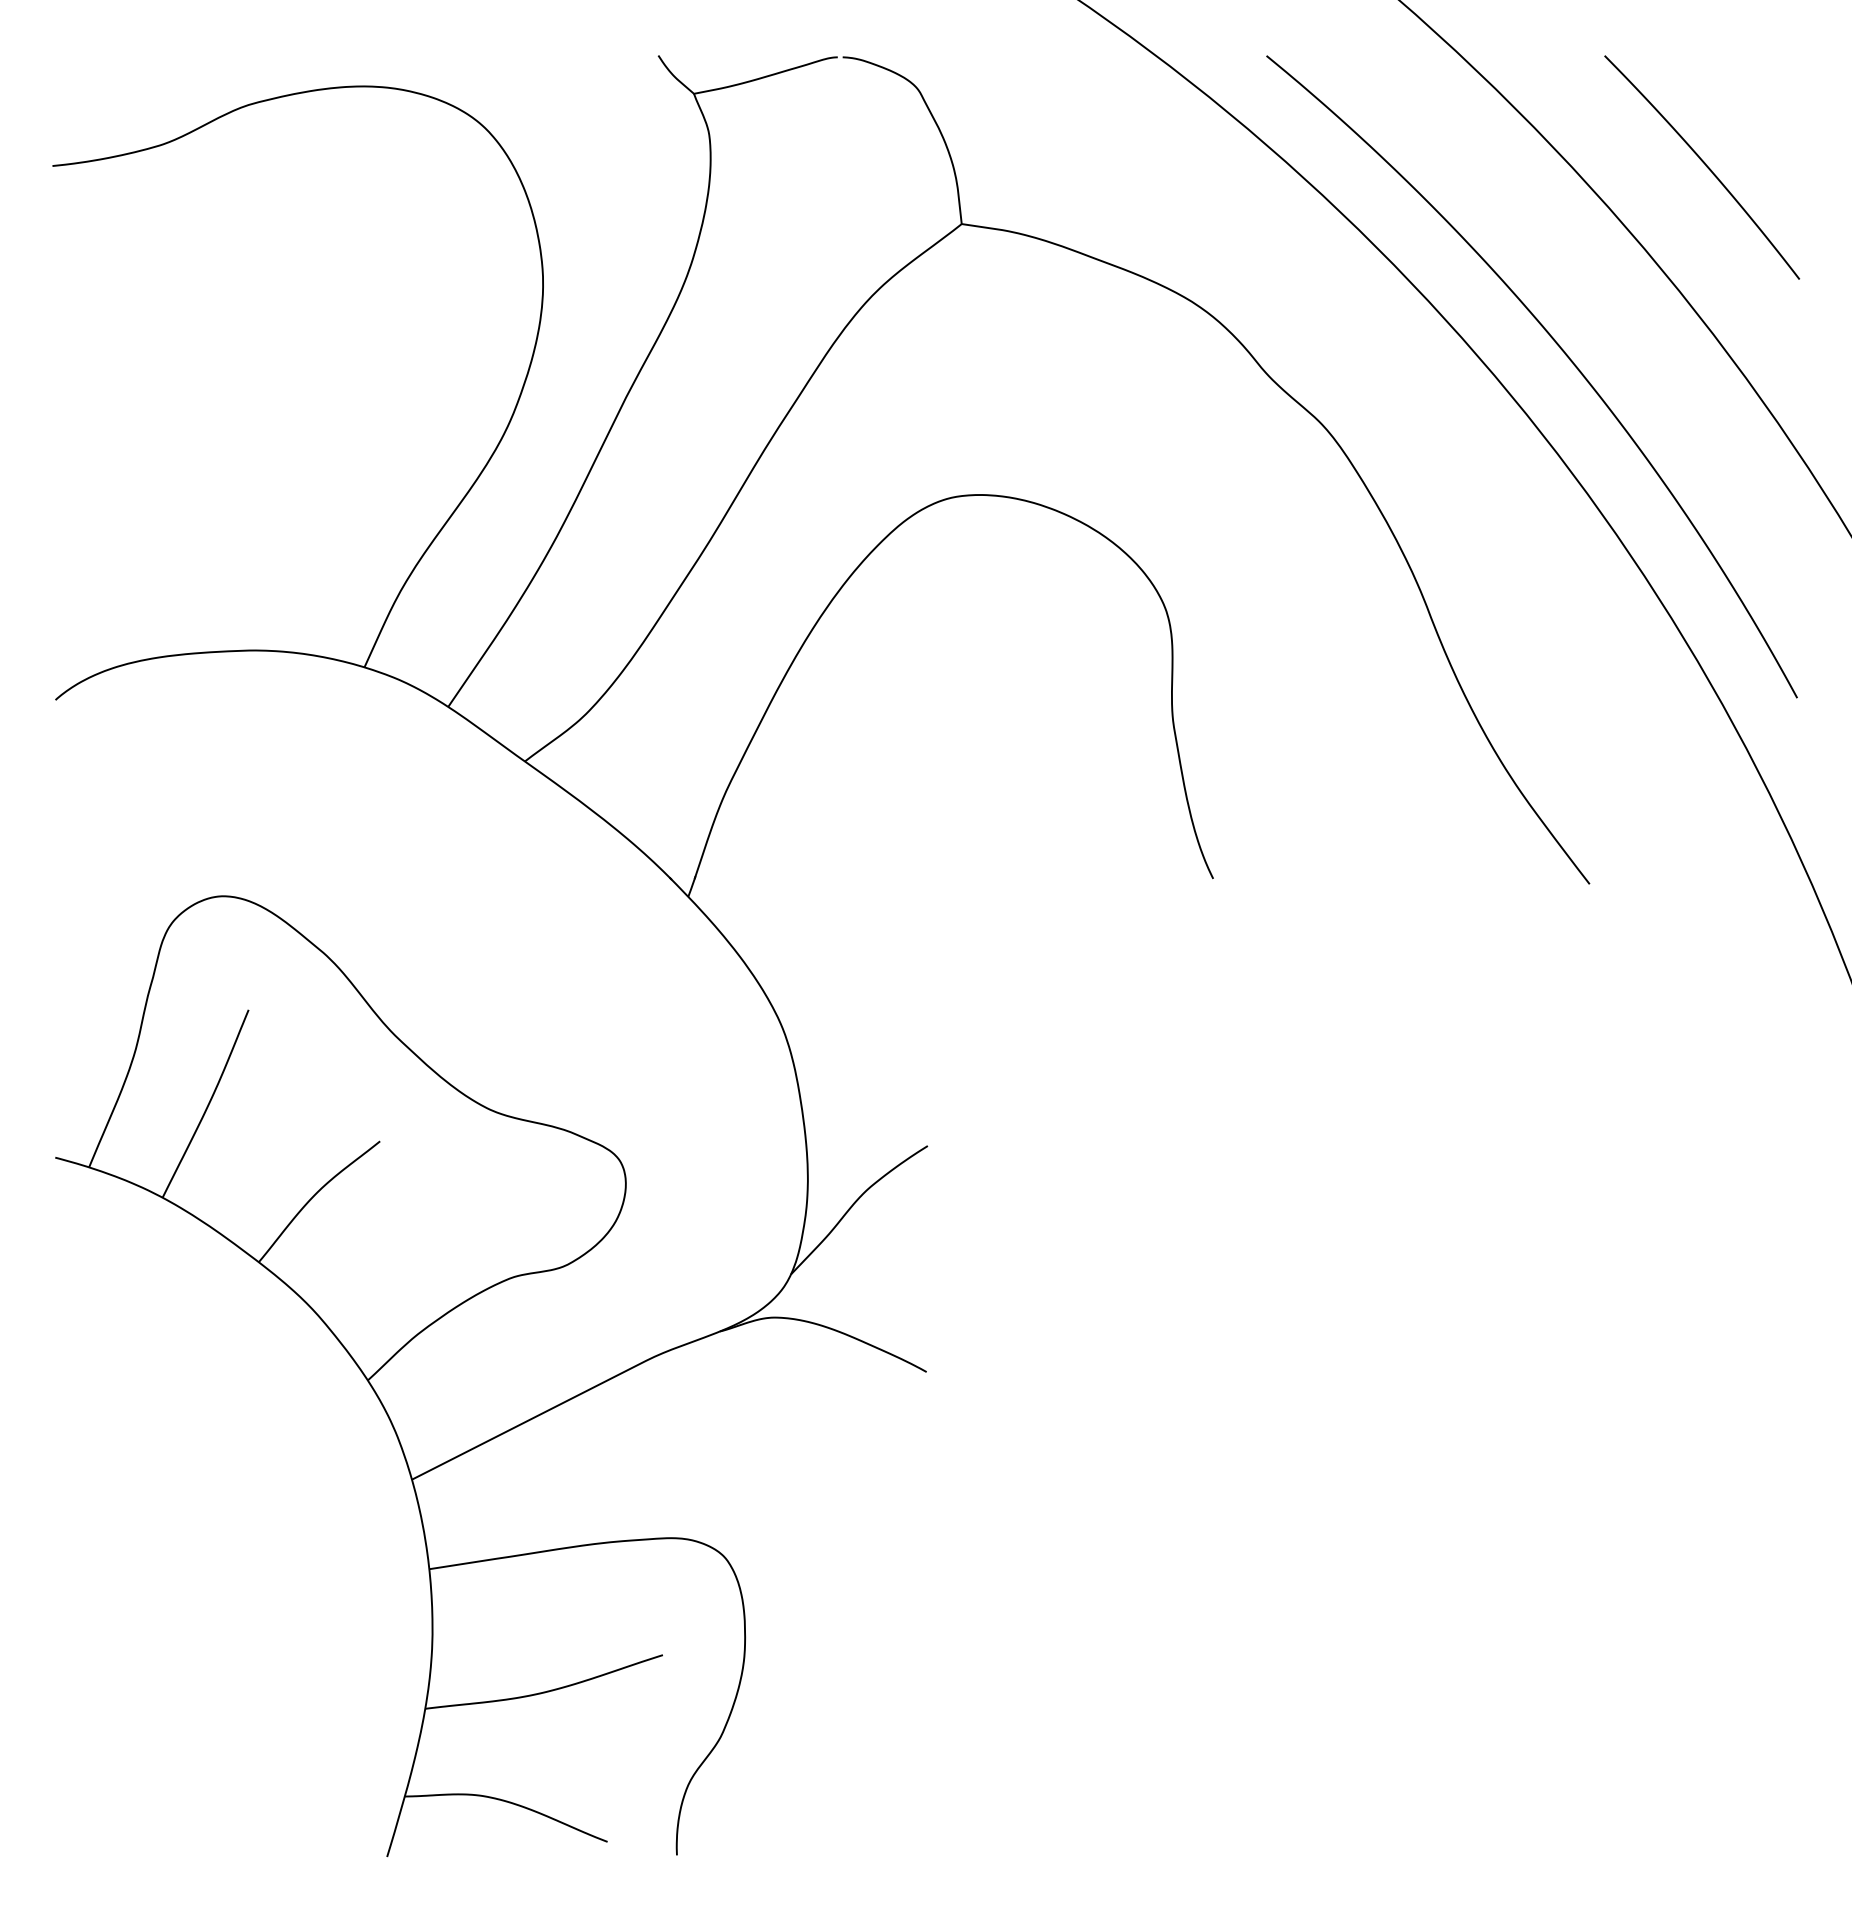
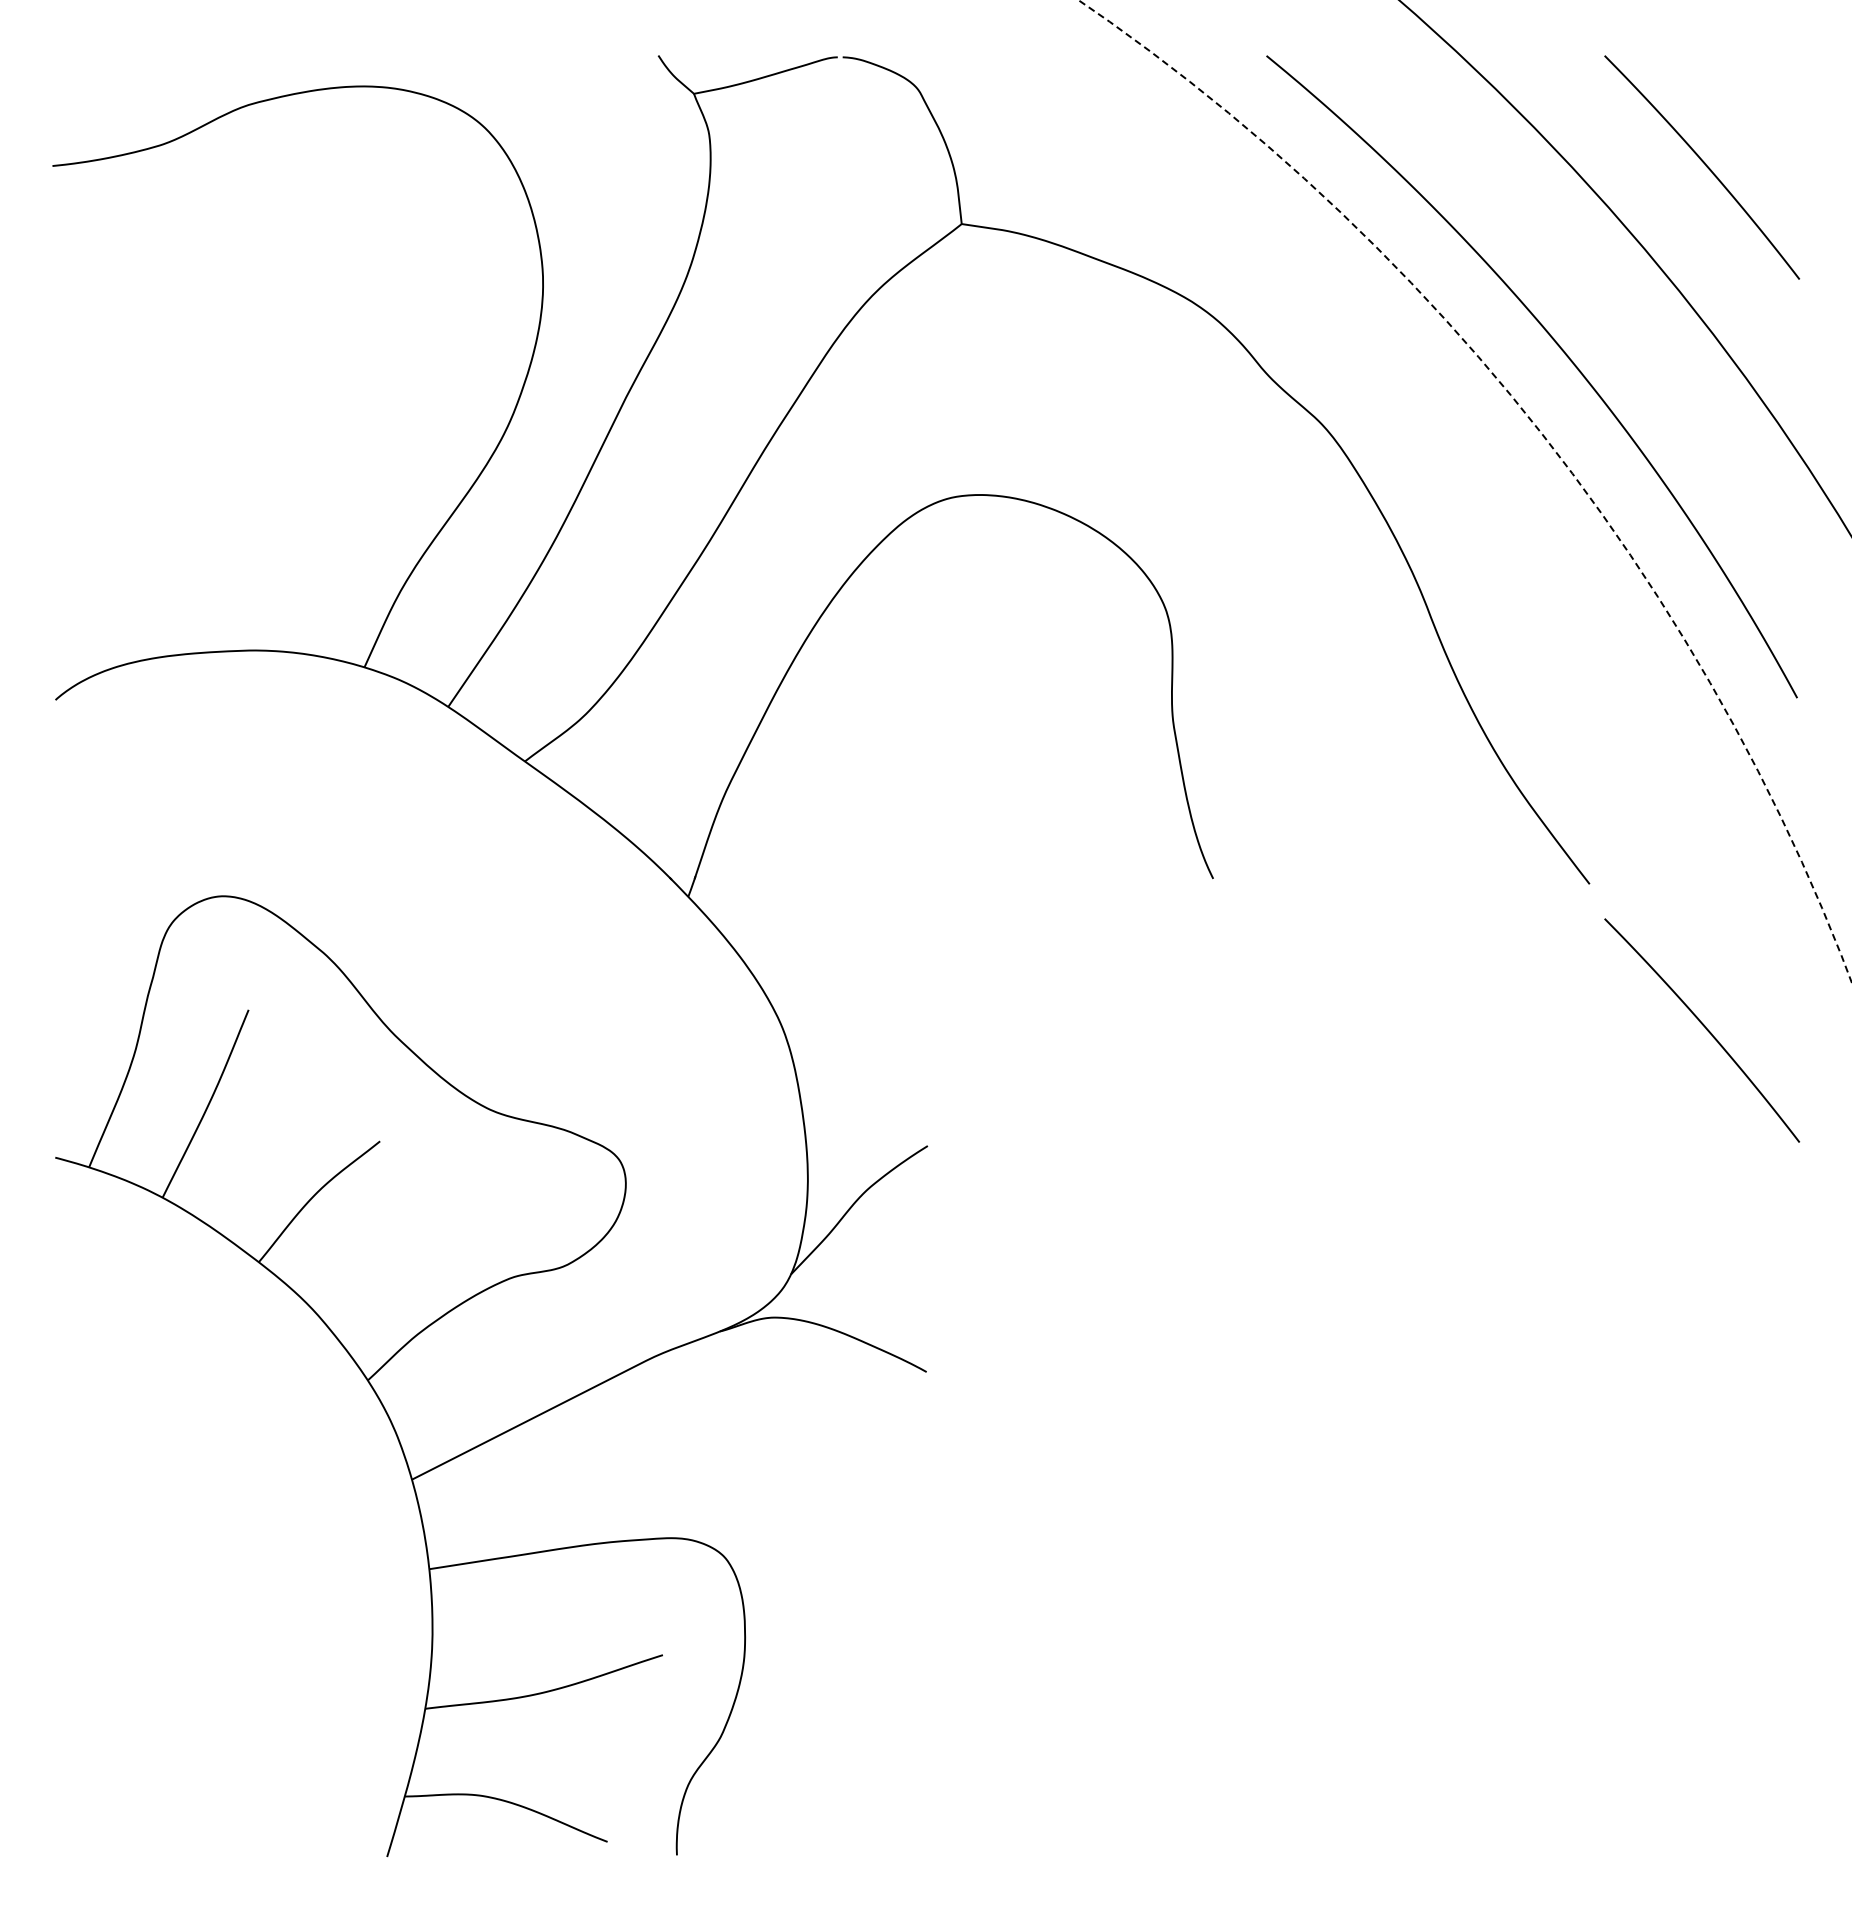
circle at (1464, 490): solid -> dashed
curve at (1704, 1027): none -> present
